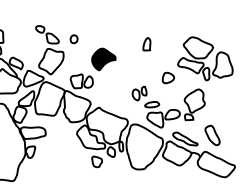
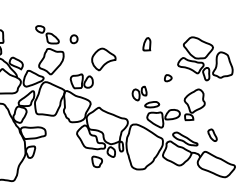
fill at (103, 59): present -> none
part at (167, 78) size: 14x13 px -> 9x9 px
part at (212, 134) size: 17x22 px -> 11x14 px
